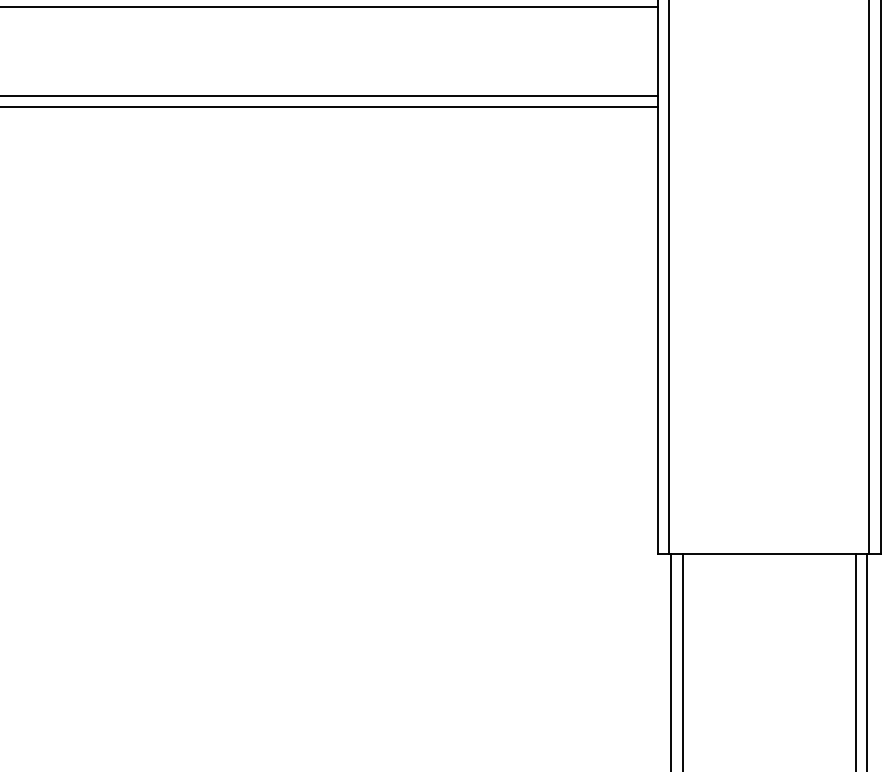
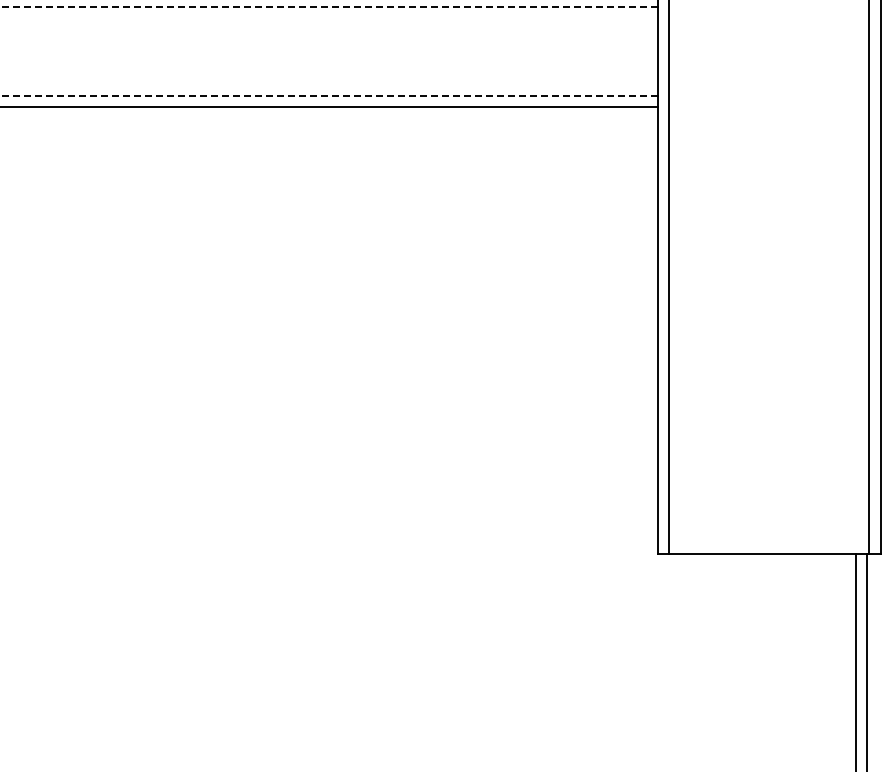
line at (328, 6): solid -> dashed
line at (328, 96): solid -> dashed
line at (671, 660): present -> none
line at (682, 660): present -> none
